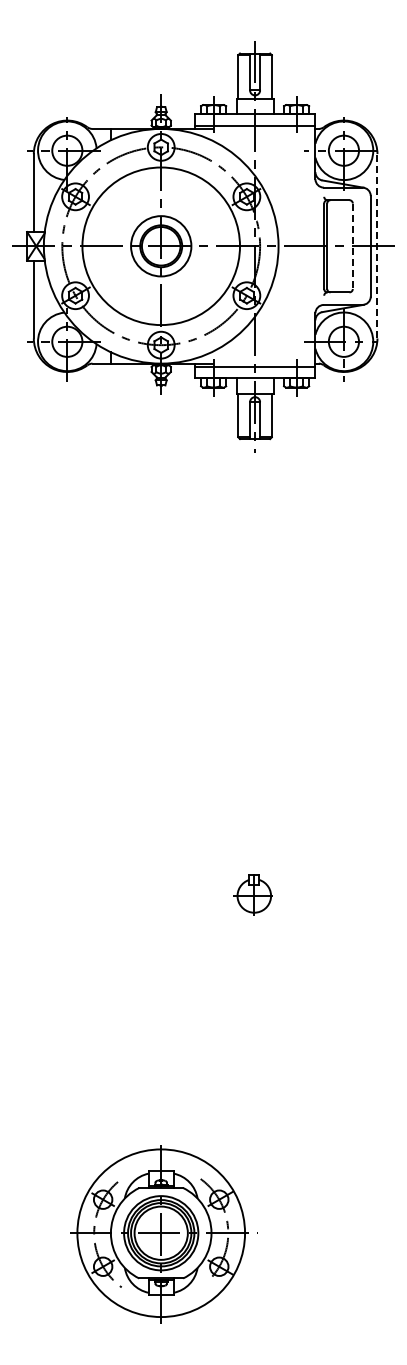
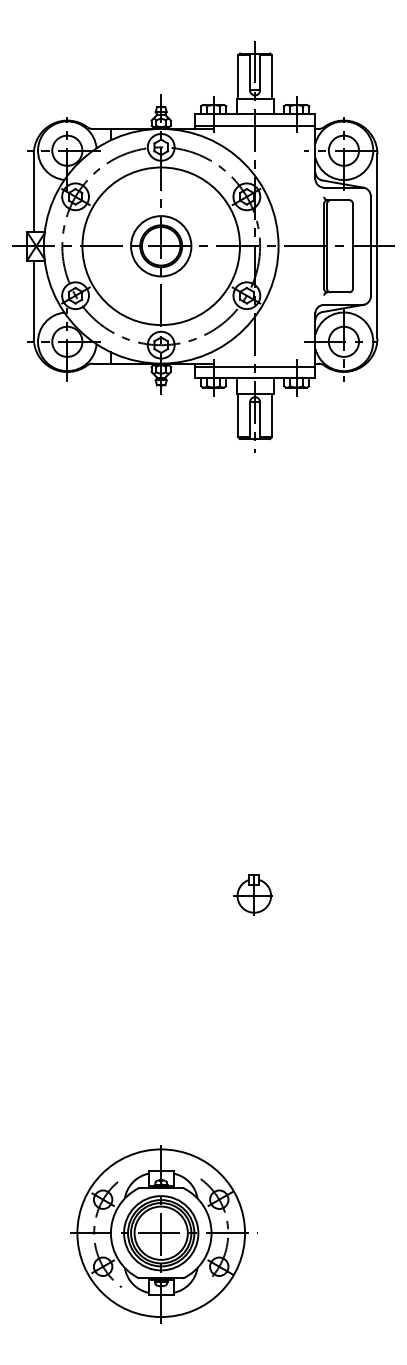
line at (377, 245): dashed -> solid
line at (352, 246): dashed -> solid
